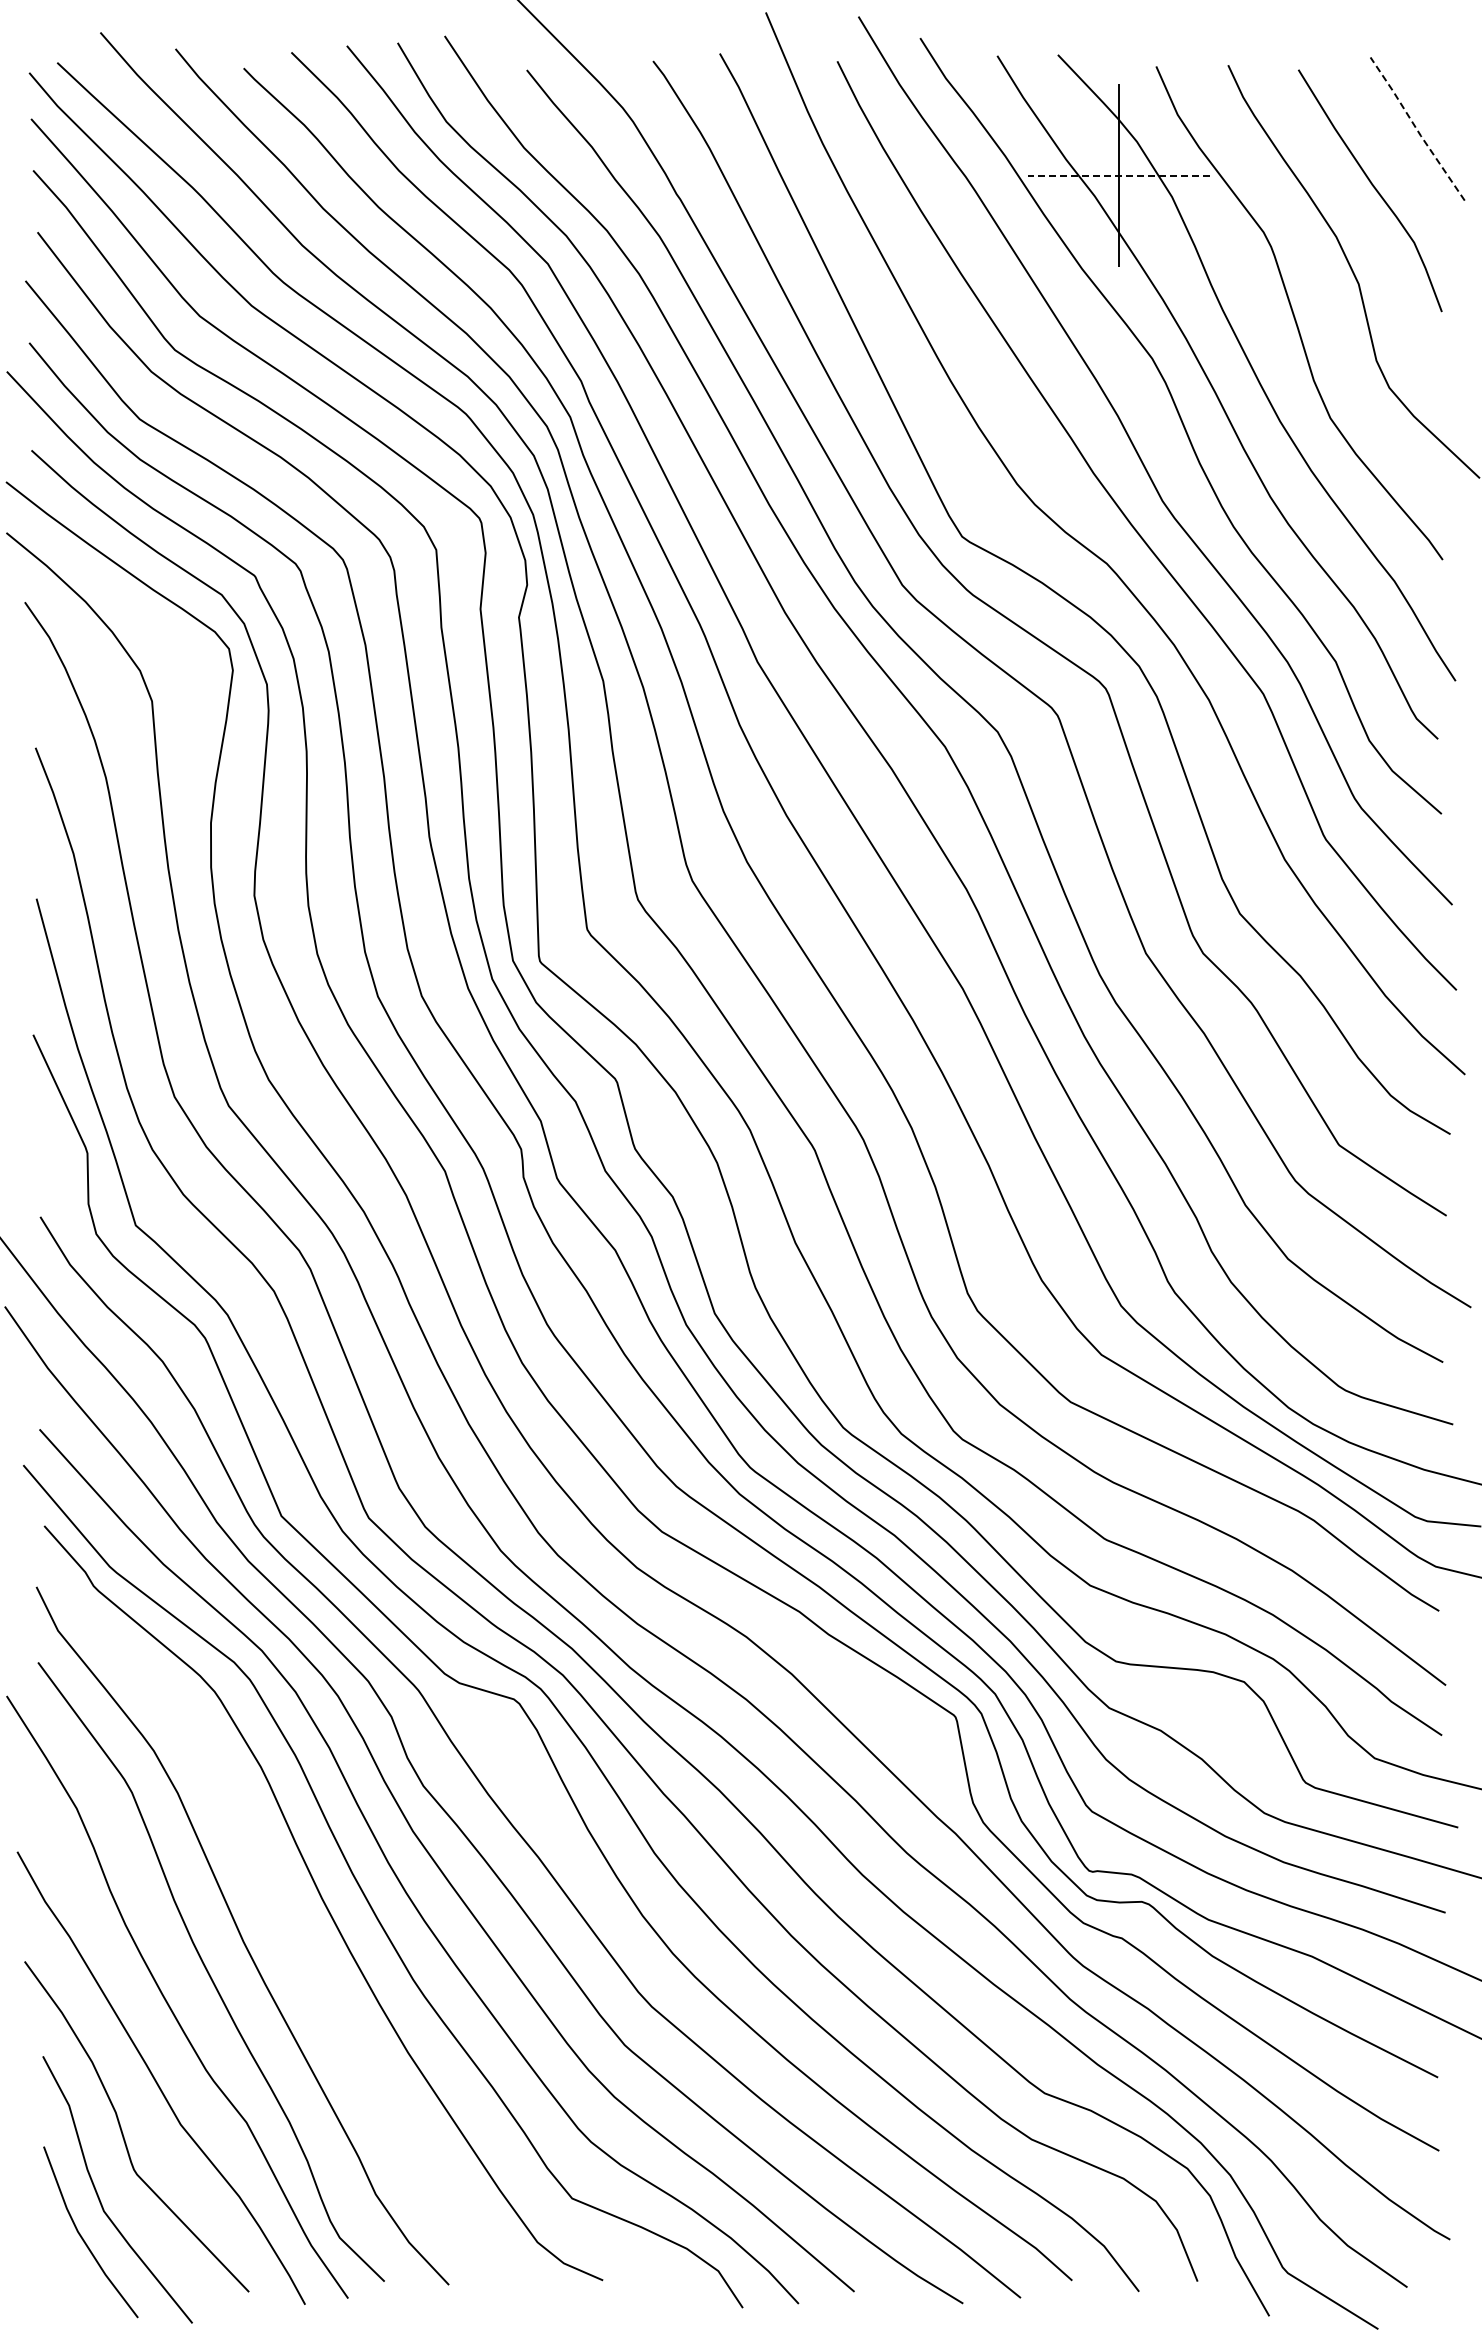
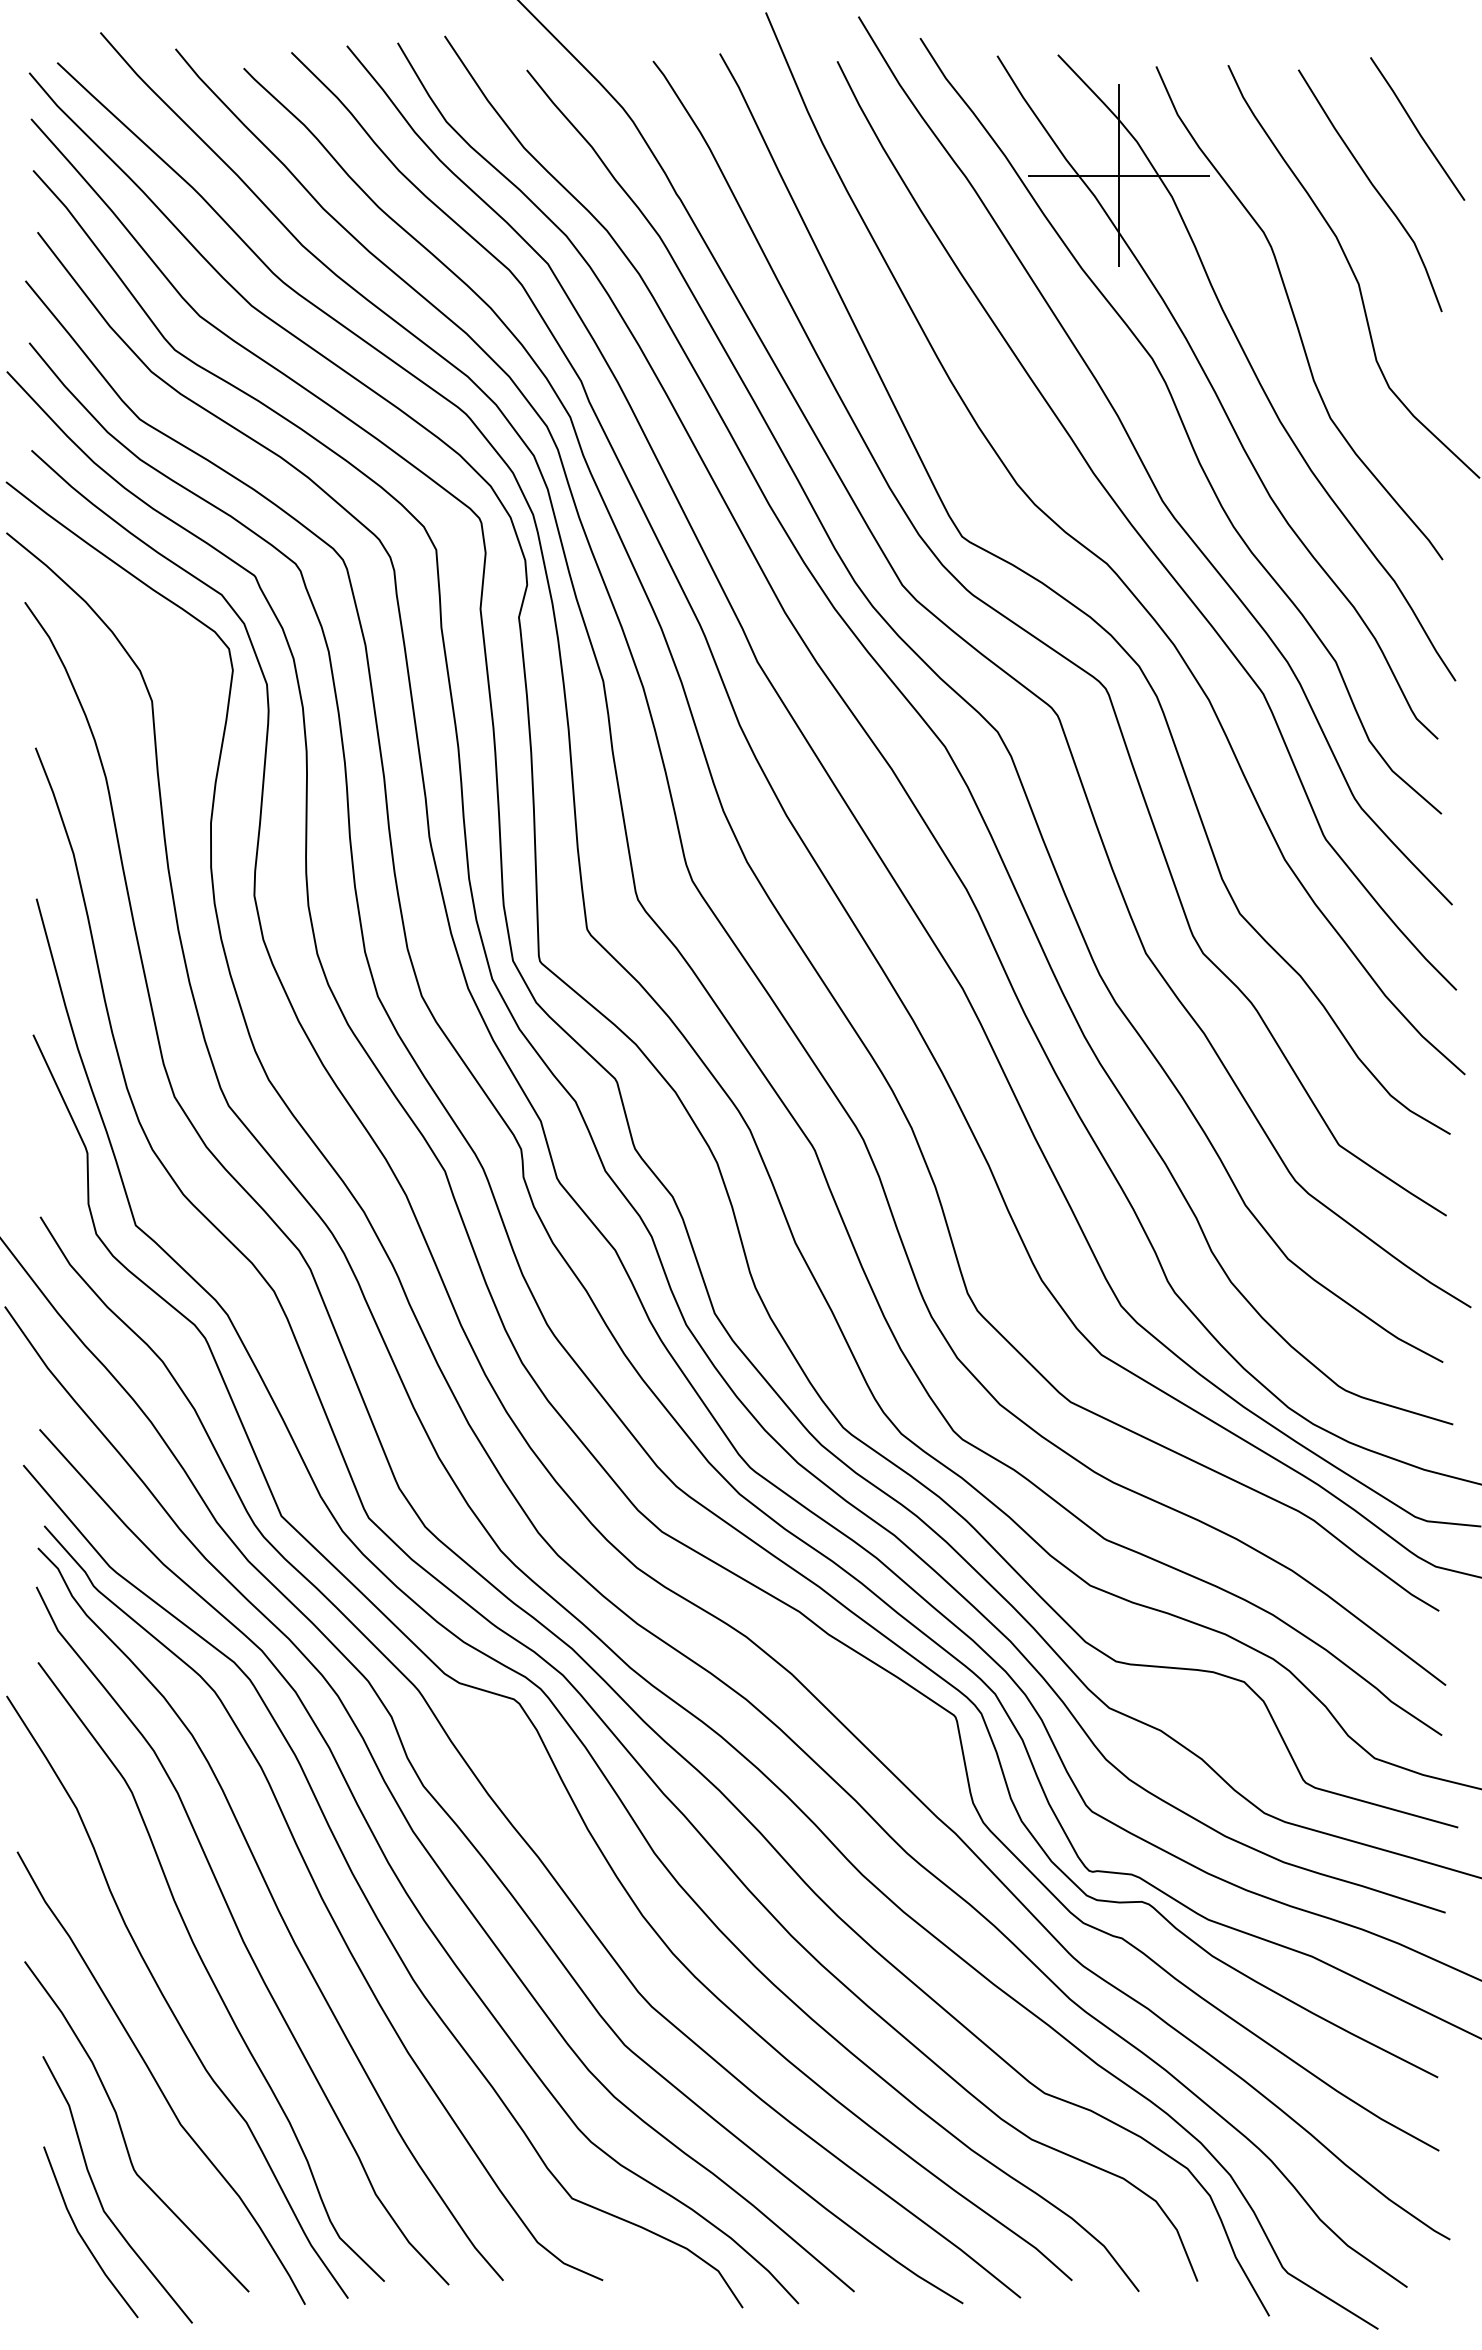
line at (1416, 129): dashed -> solid
line at (1118, 175): dashed -> solid
curve at (277, 1910): none -> present
